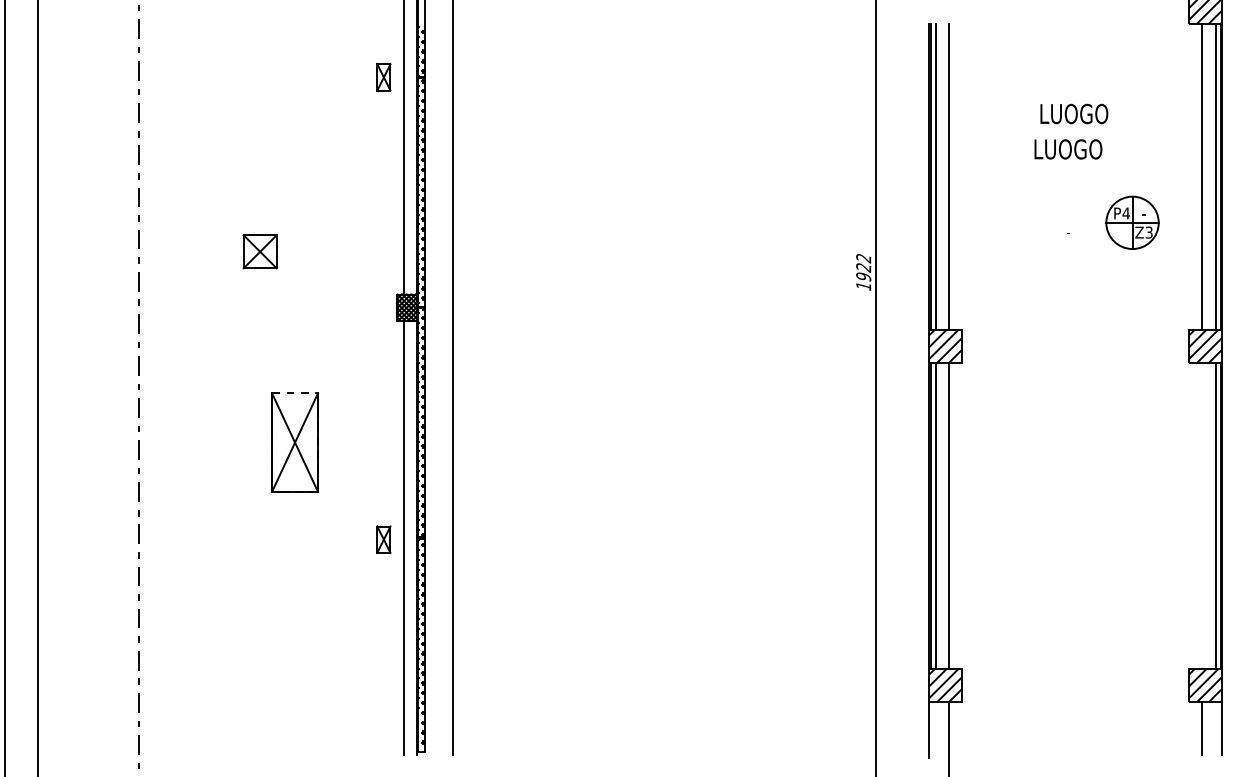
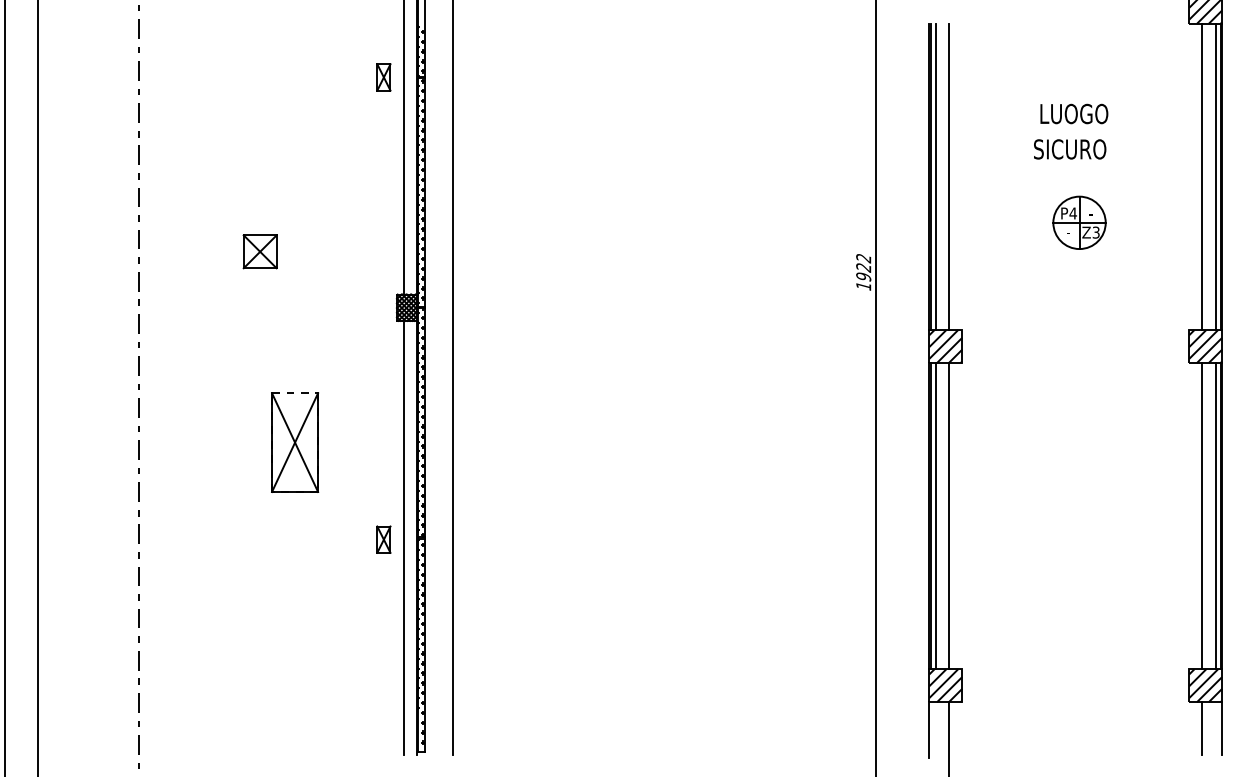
text at (1070, 149): LUOGO -> SICURO
part at (1132, 222) position: (1132, 222) -> (1079, 222)
line at (1202, 516): none -> present
